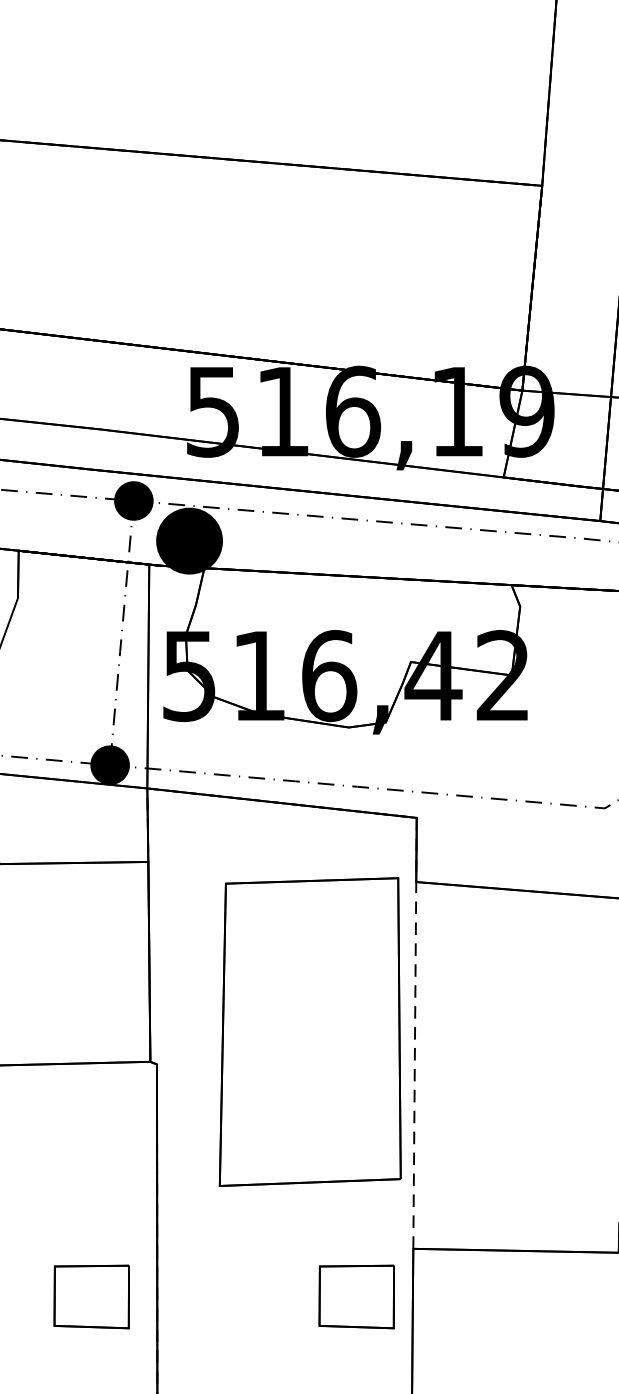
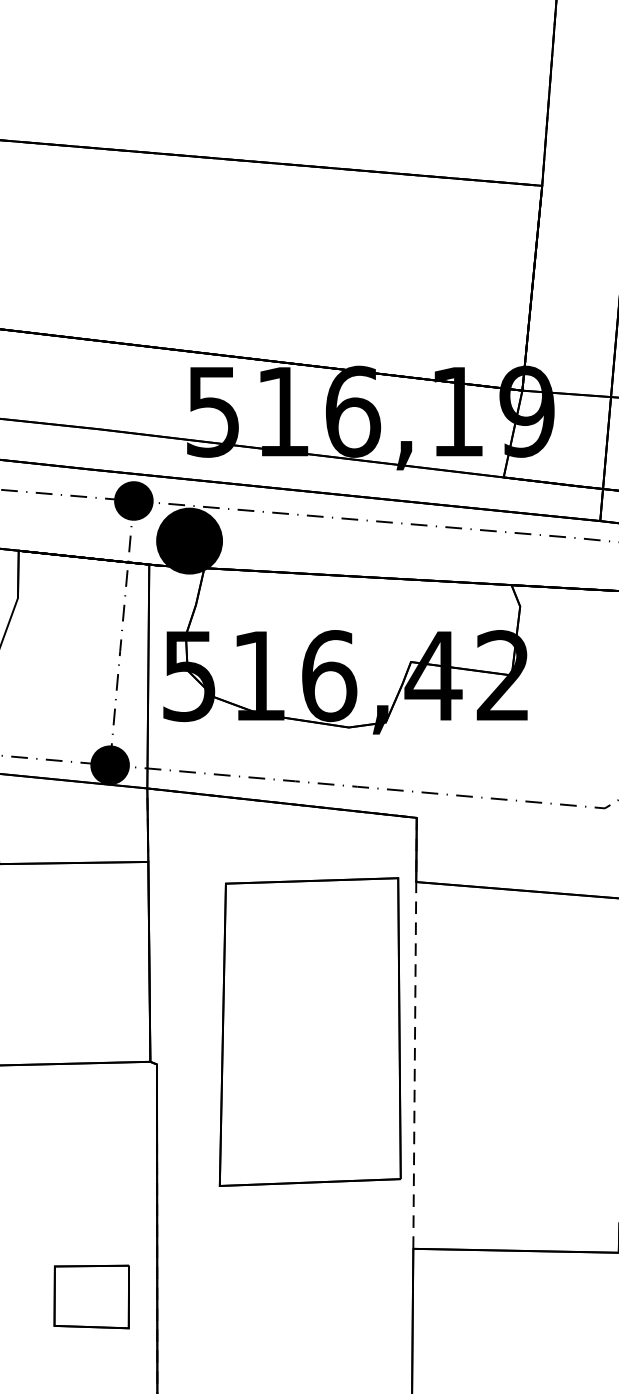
part at (356, 1296): present -> none
